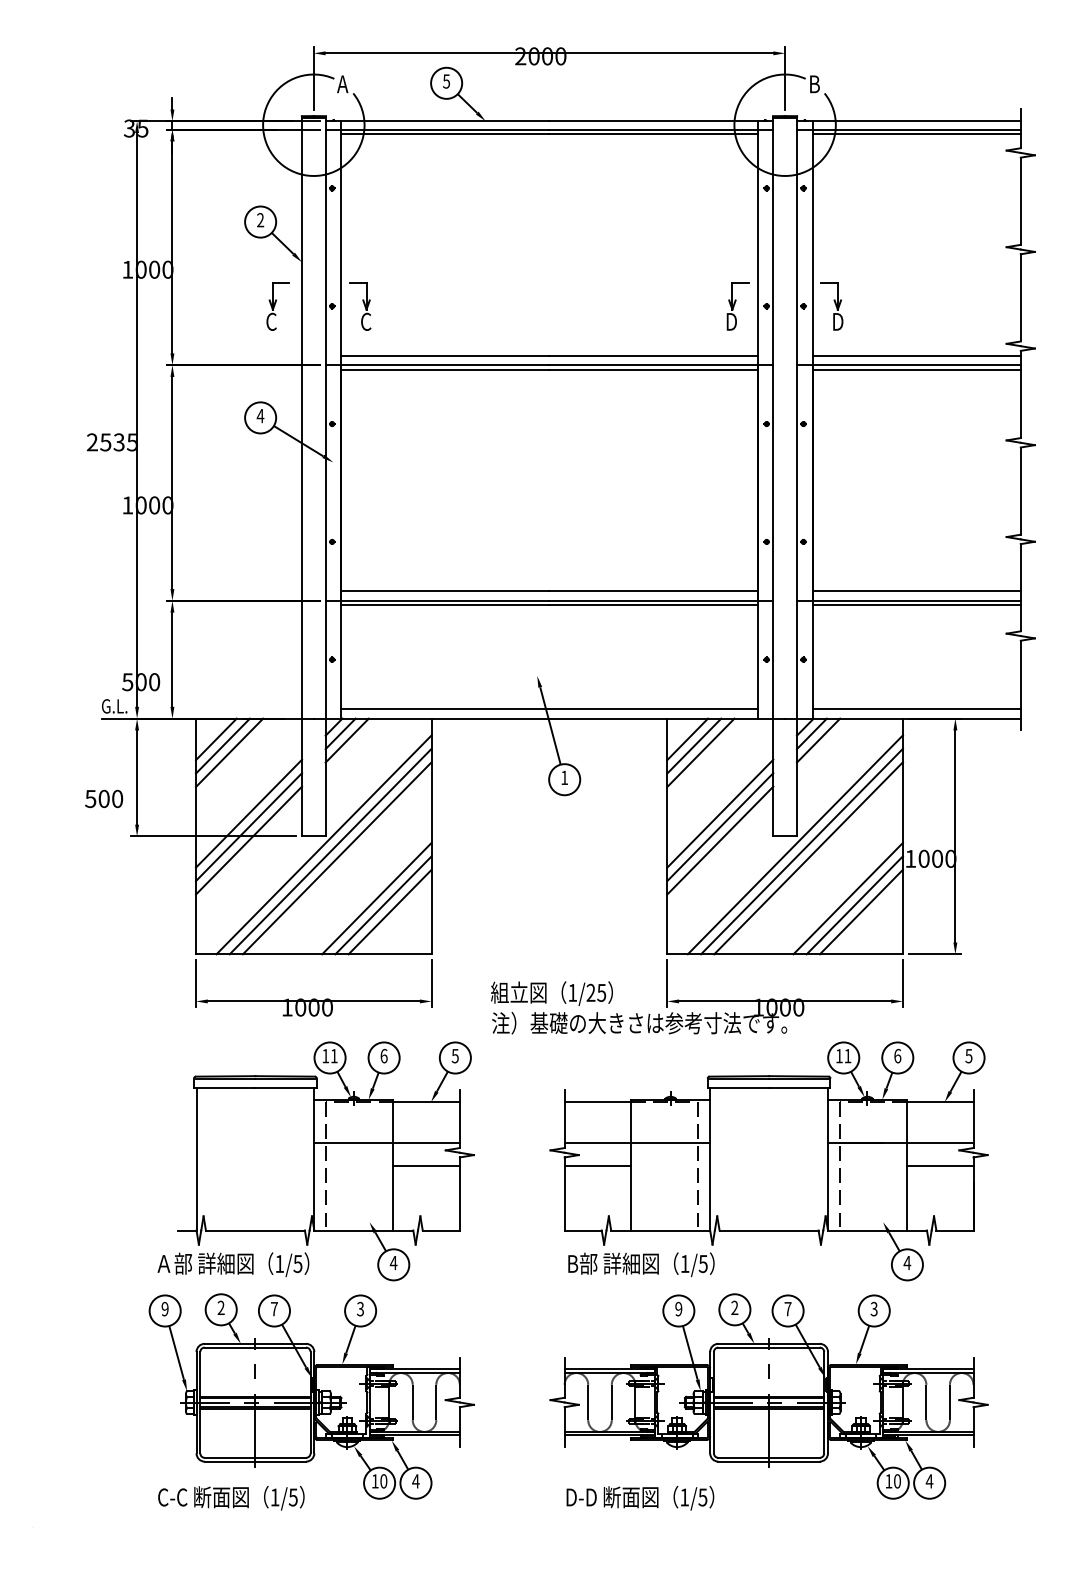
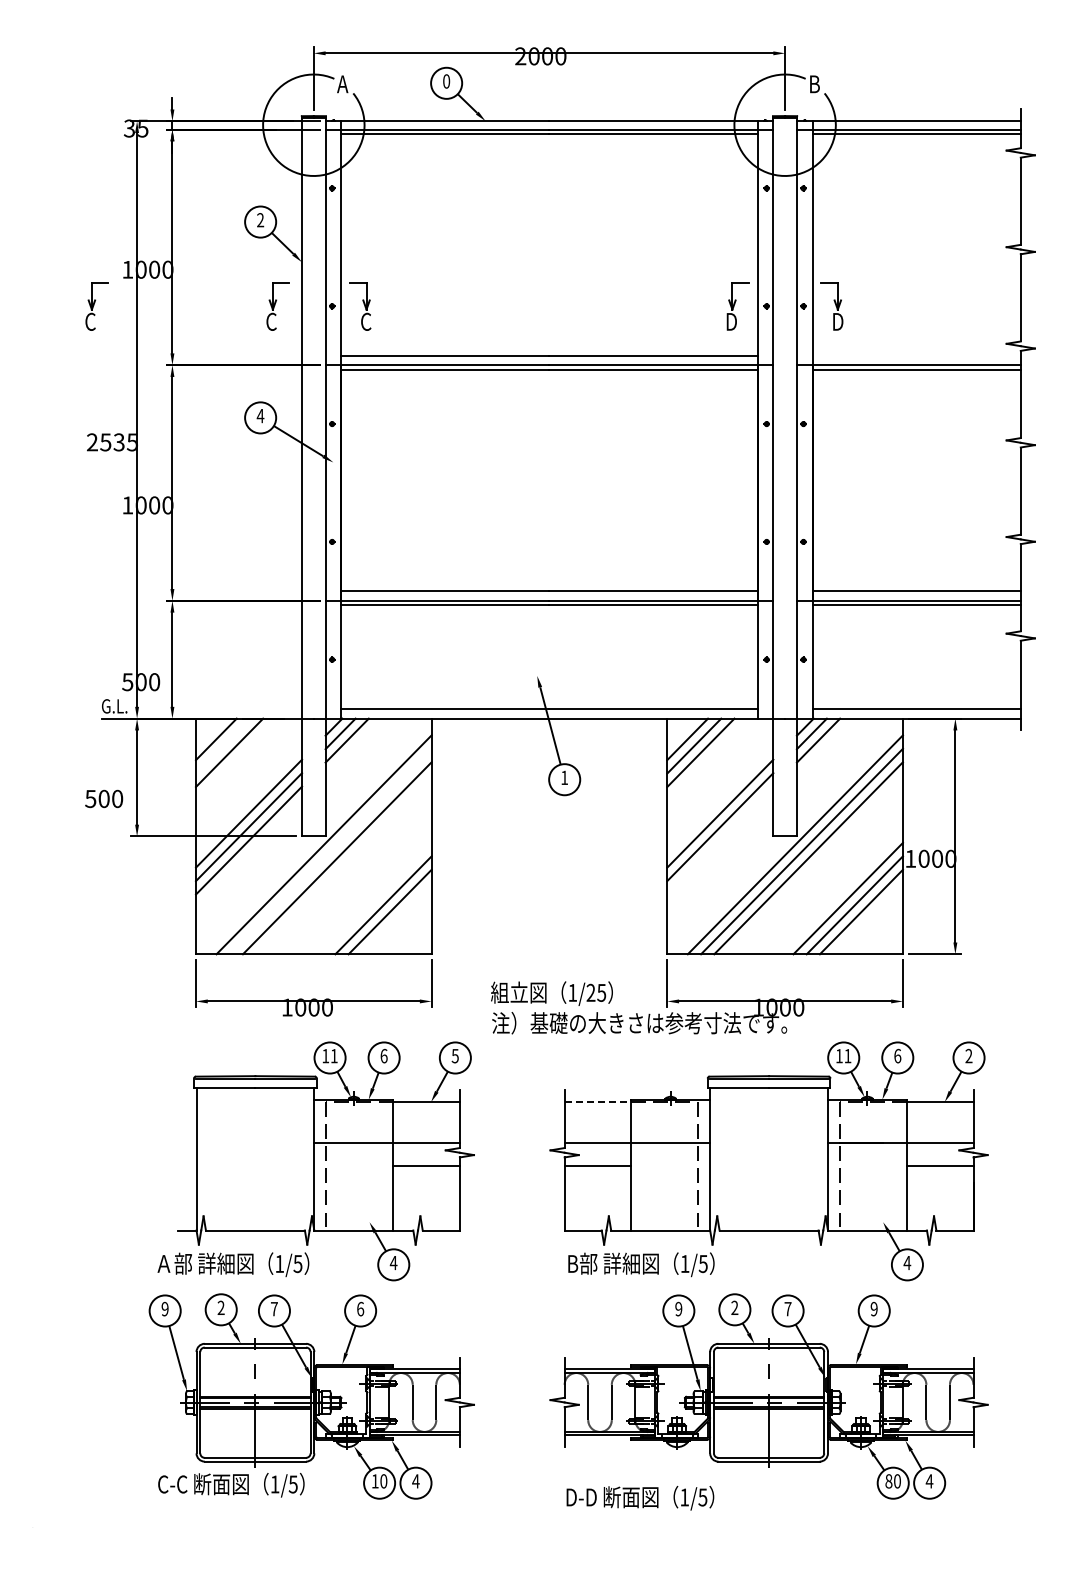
text at (446, 81): 5 -> 0
part at (96, 306): none -> present
line at (916, 355): present -> none
line at (222, 745): present -> none
line at (720, 840): present -> none
line at (330, 851): present -> none
line at (376, 898): present -> none
text at (968, 1055): 5 -> 2
line at (598, 1102): solid -> dashed
text at (360, 1308): 3 -> 6
text at (873, 1309): 3 -> 9
text at (888, 1481): 10 -> 80
text at (231, 1498) position: (231, 1498) -> (231, 1485)
